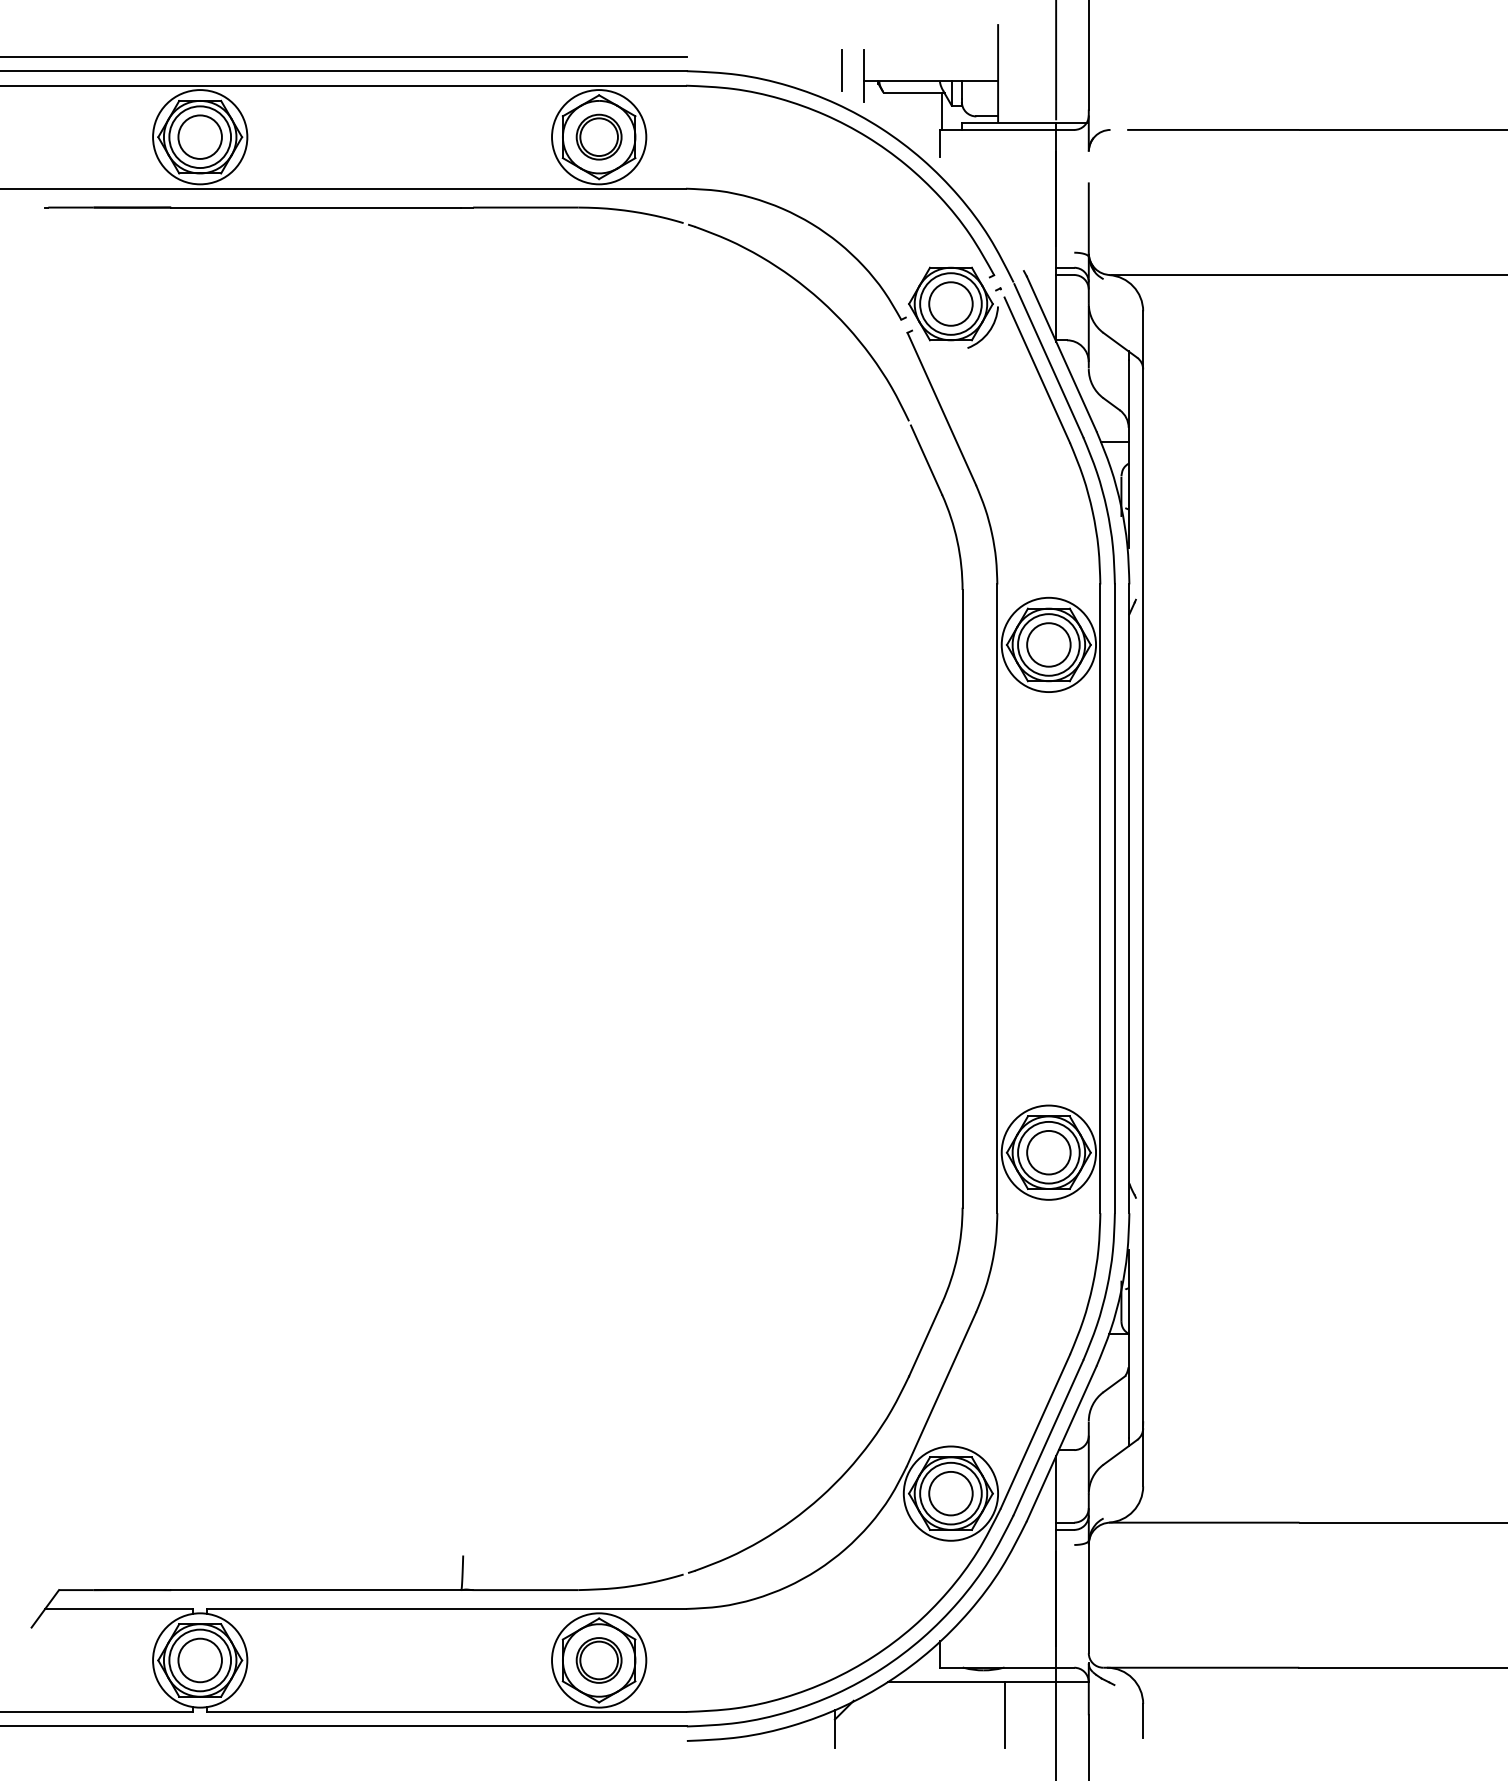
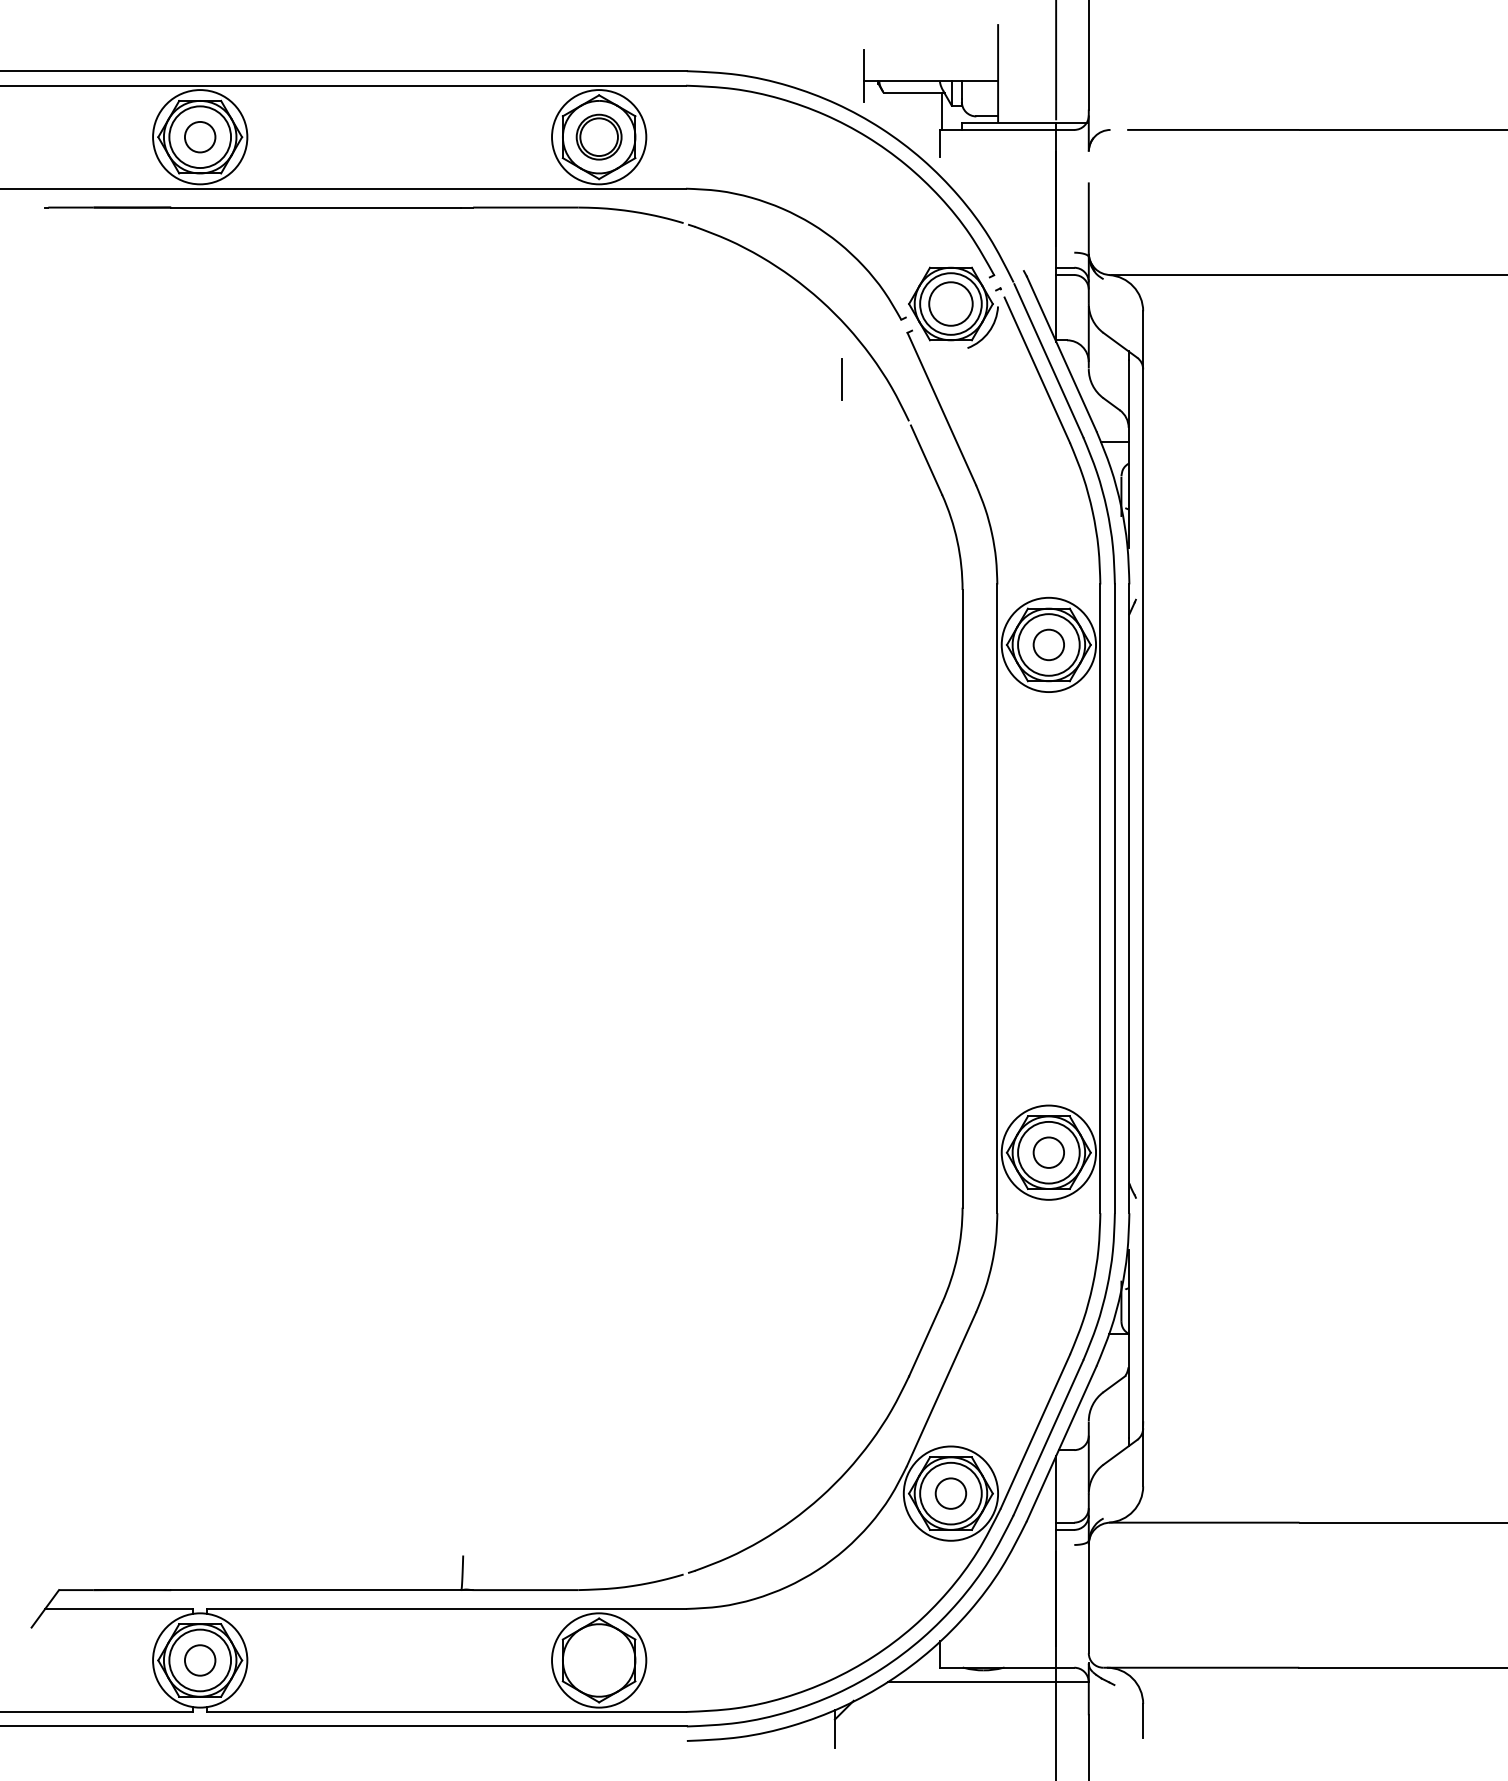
line at (344, 56): present -> none
line at (841, 70) position: (841, 70) -> (841, 379)
circle at (199, 136) diameter: 44 px -> 30 px
circle at (1048, 644) diameter: 44 px -> 30 px
circle at (1048, 1152) diameter: 44 px -> 30 px
circle at (950, 1493) diameter: 44 px -> 30 px
circle at (199, 1660) diameter: 44 px -> 30 px
part at (598, 1660): present -> none
line at (1005, 1714): present -> none
